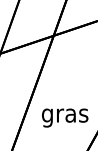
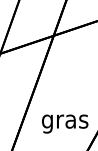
text at (65, 117) position: (65, 117) -> (65, 123)
